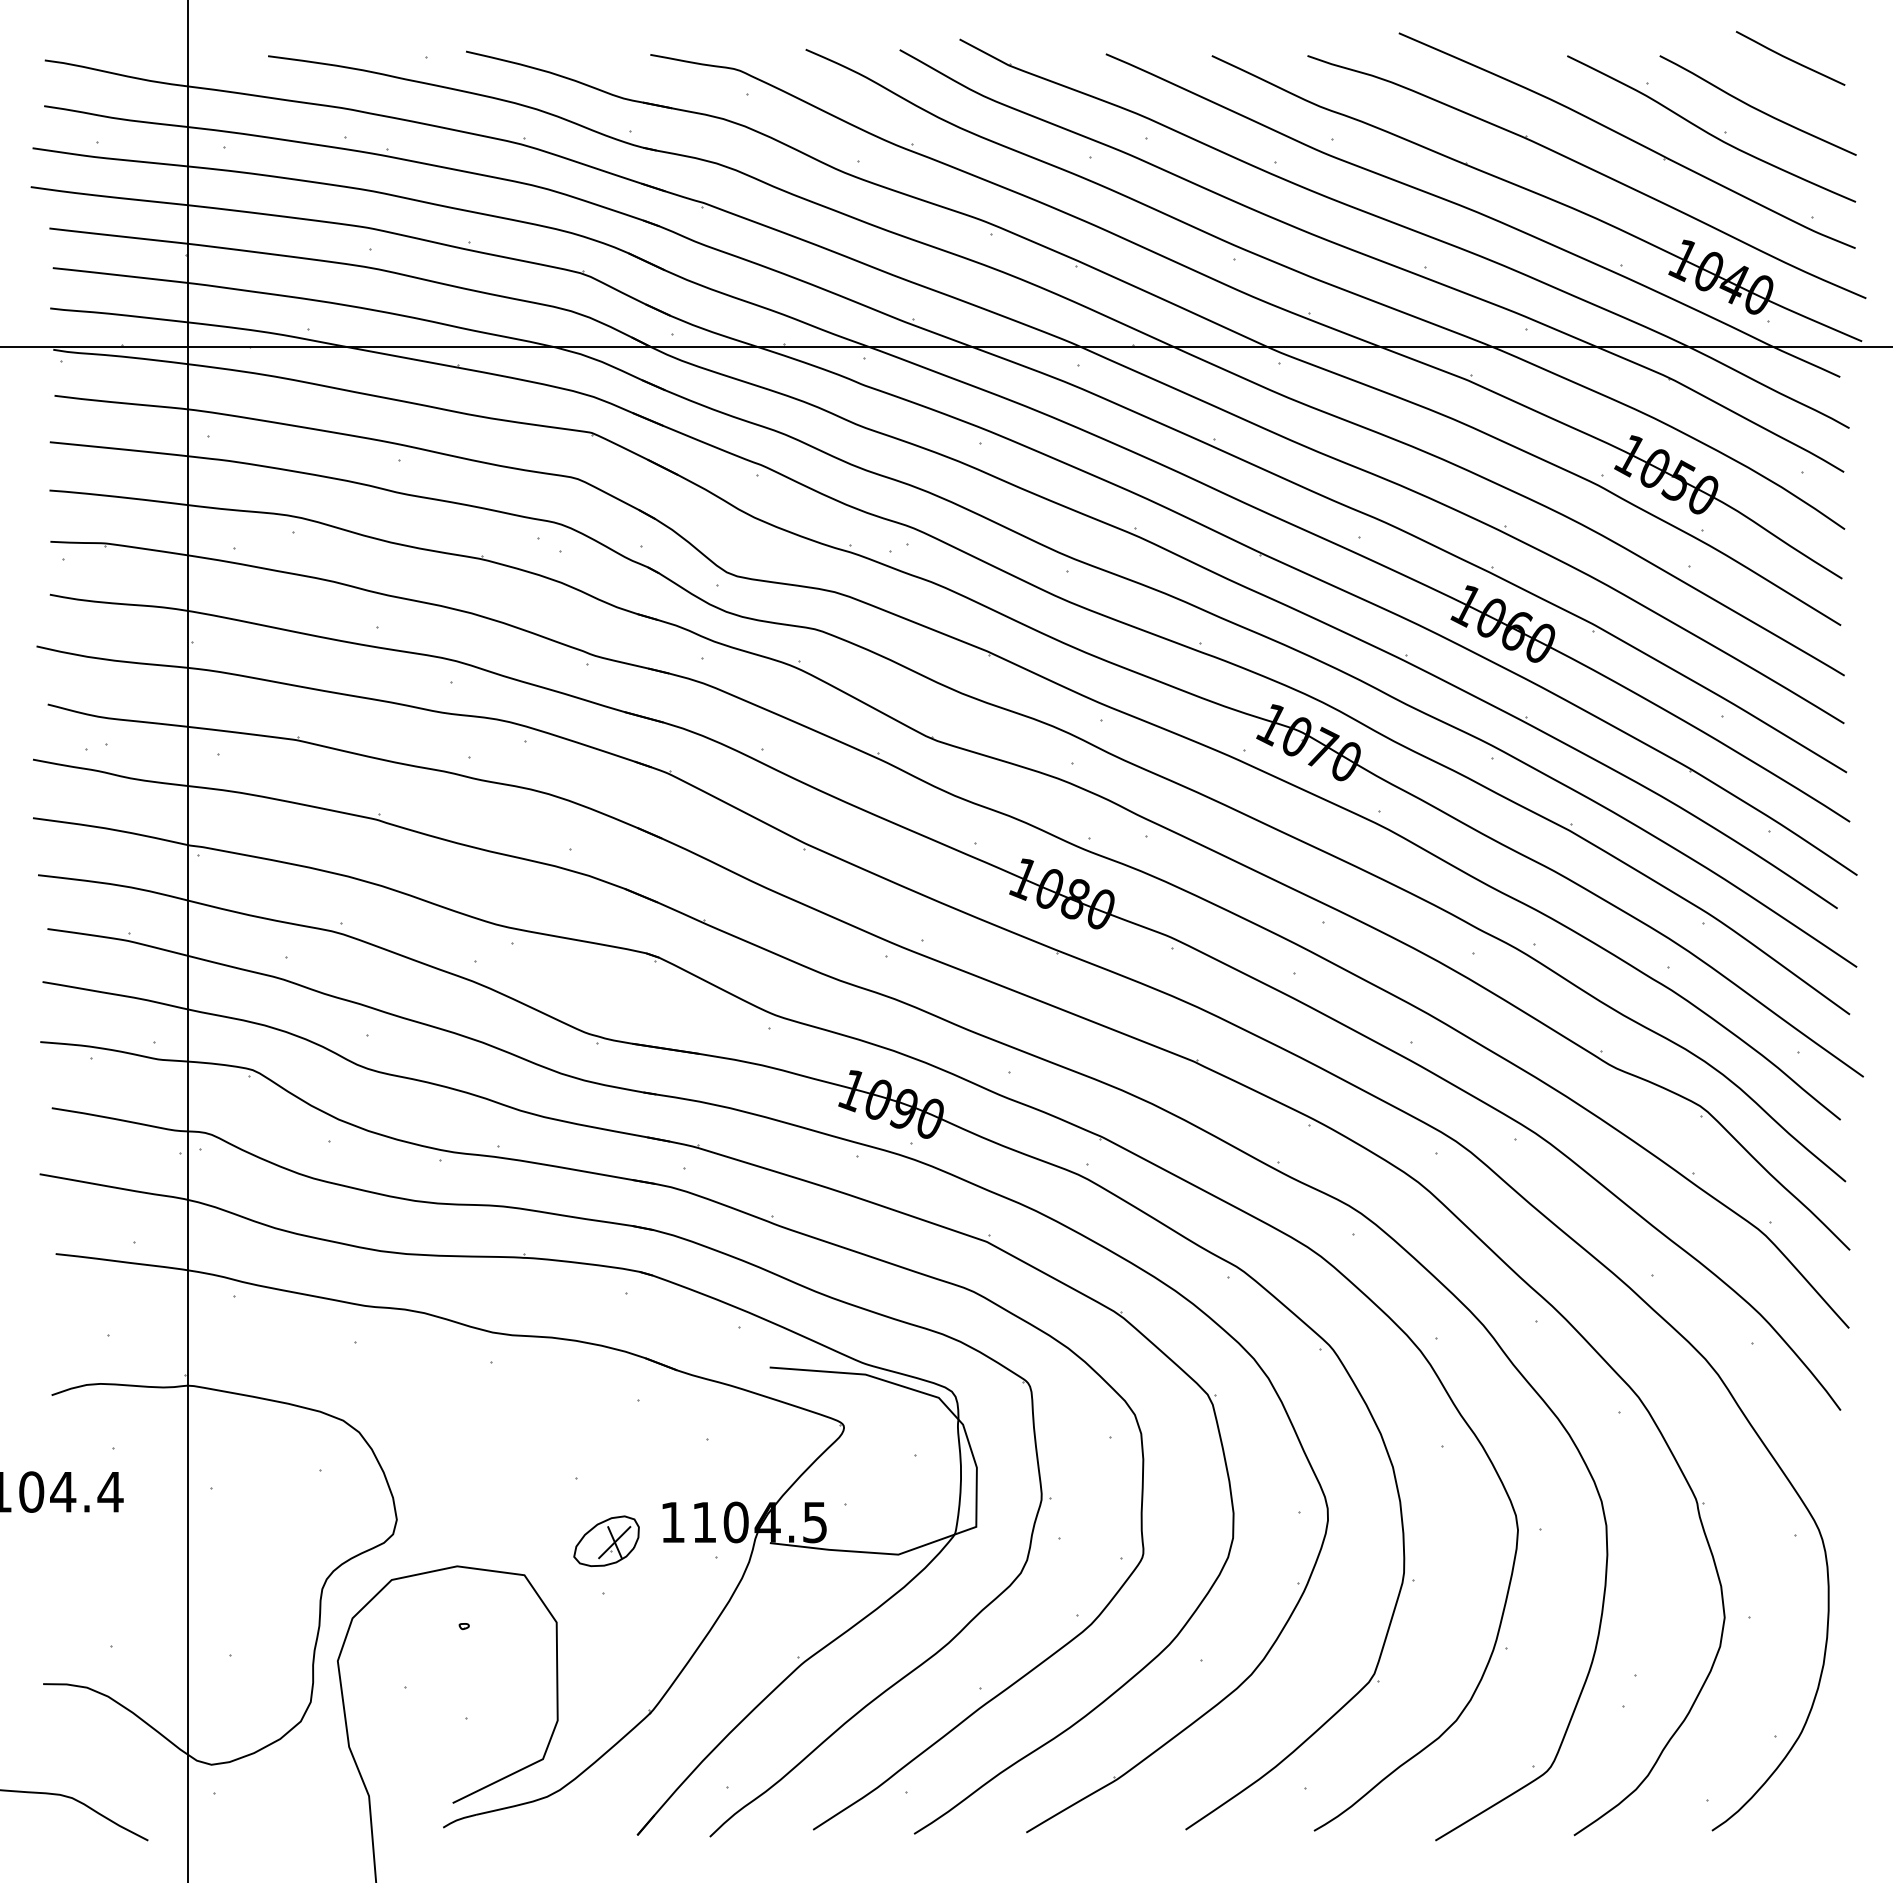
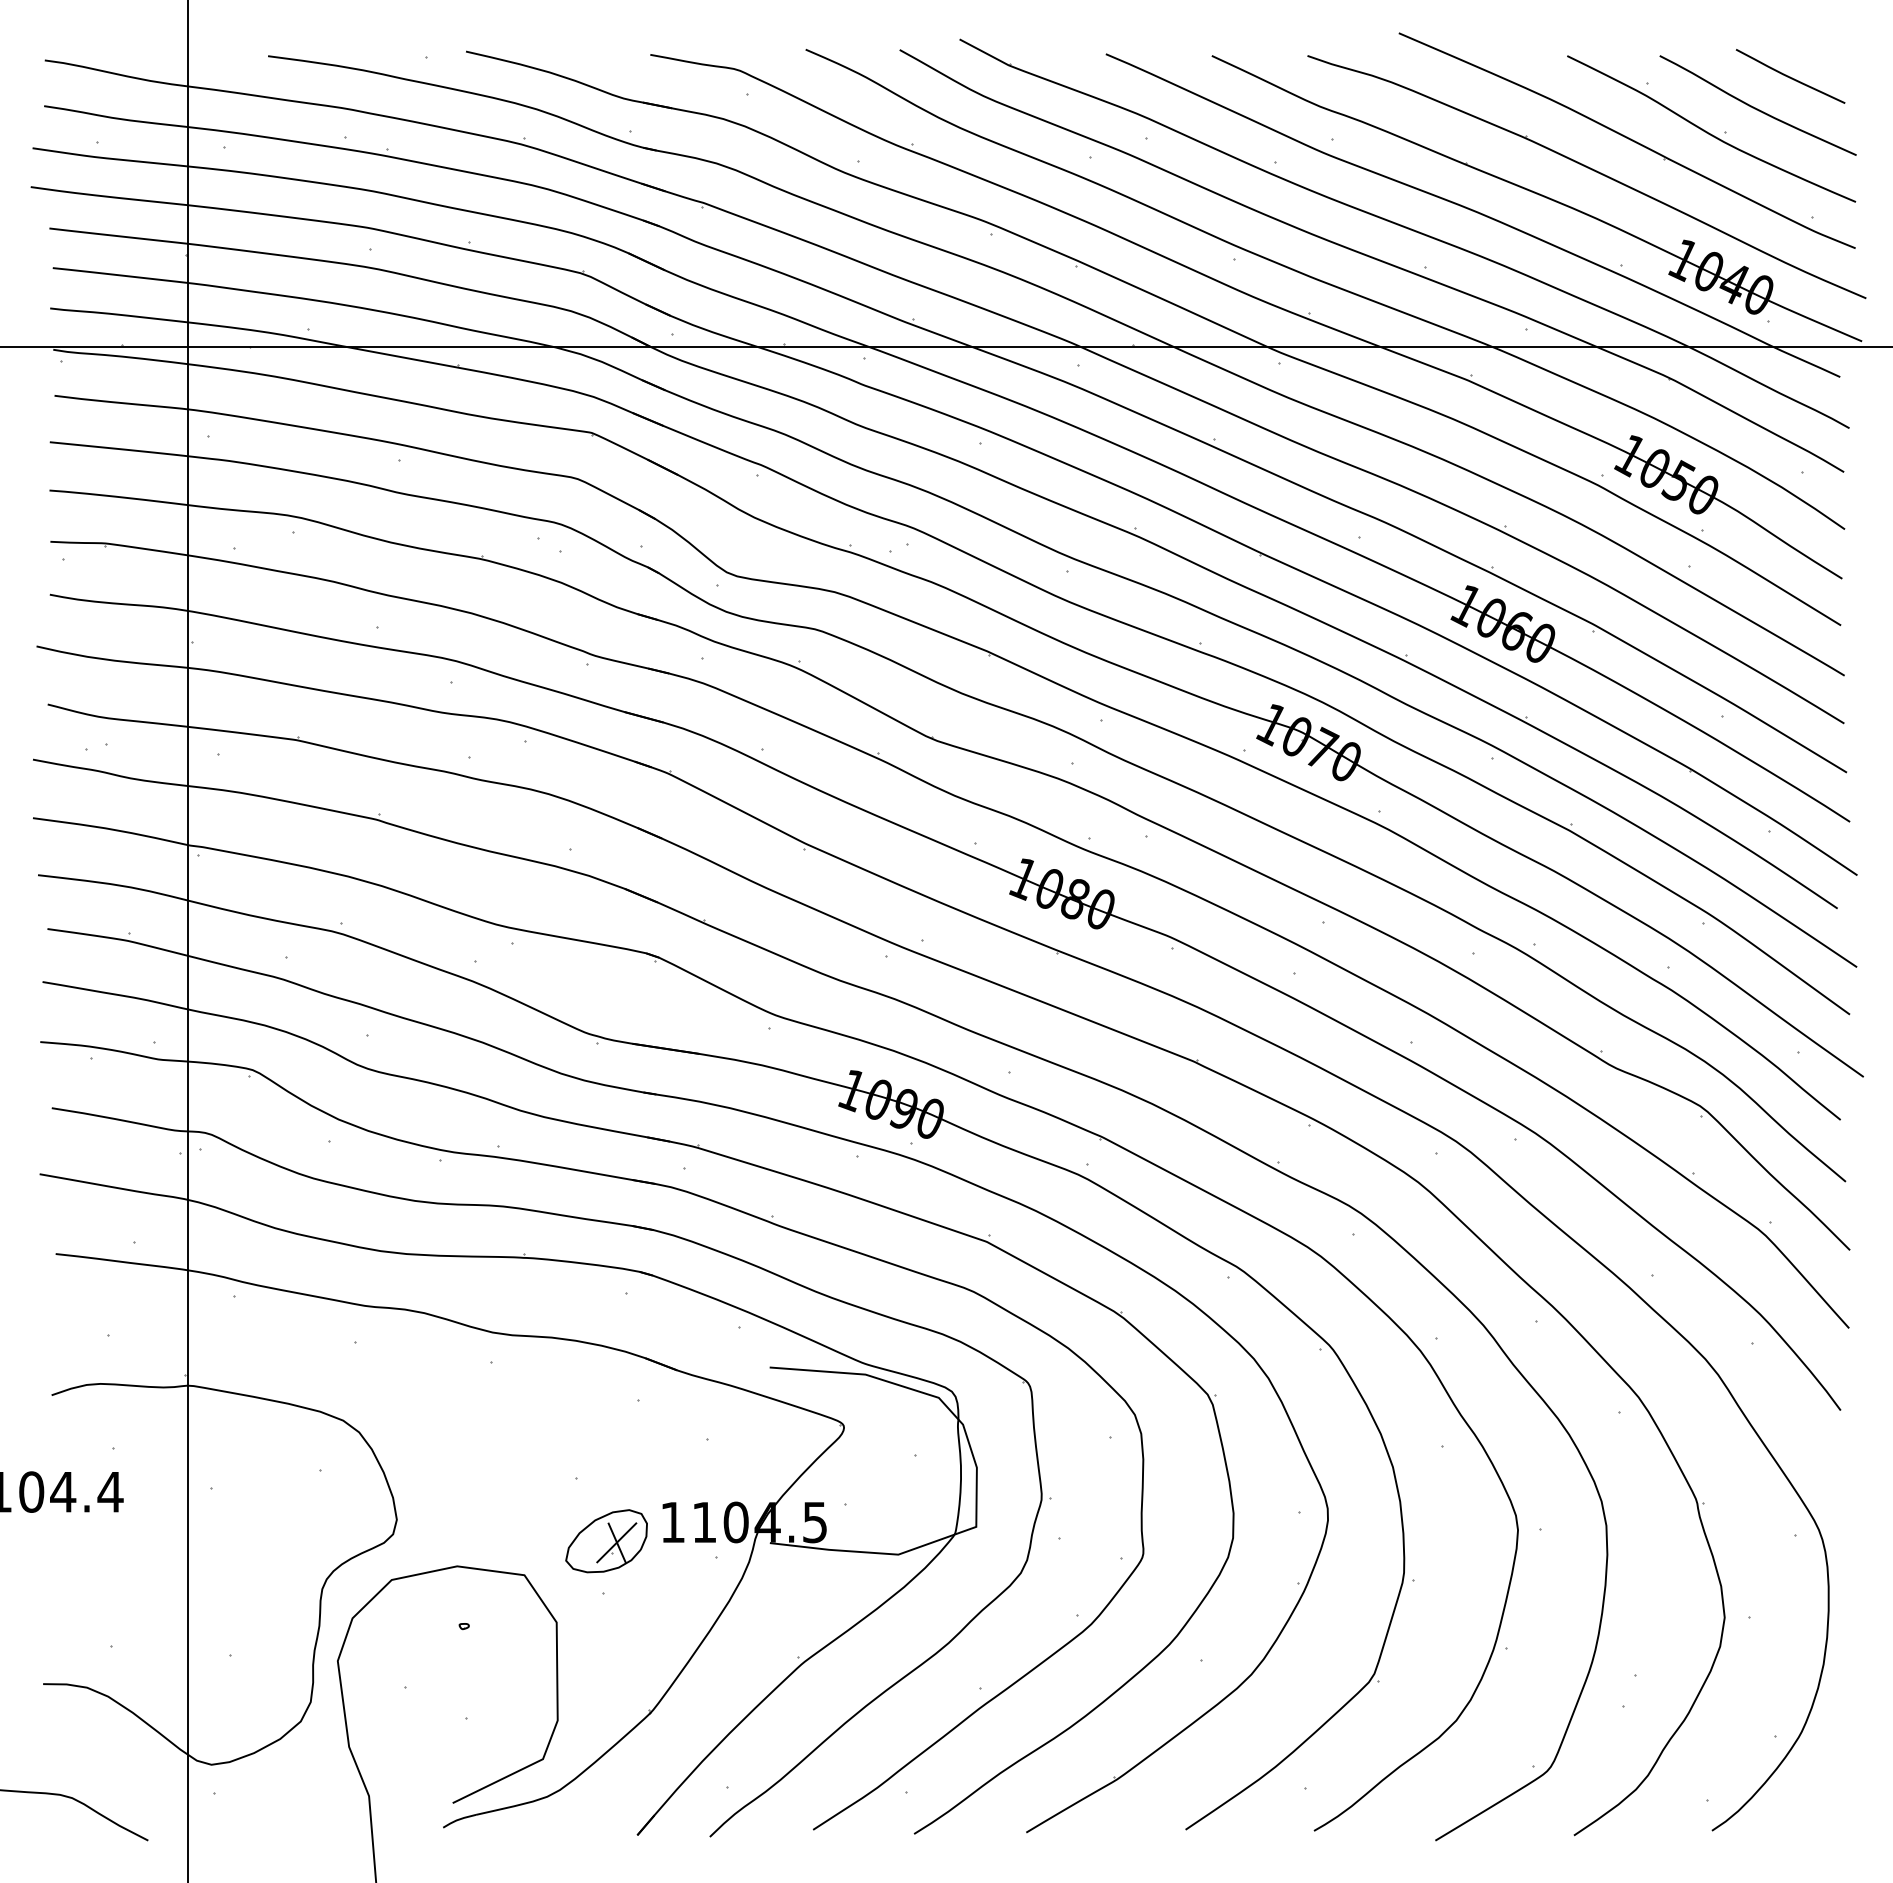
curve at (1790, 58) position: (1790, 58) -> (1790, 76)
part at (606, 1541) size: 67x53 px -> 83x65 px
